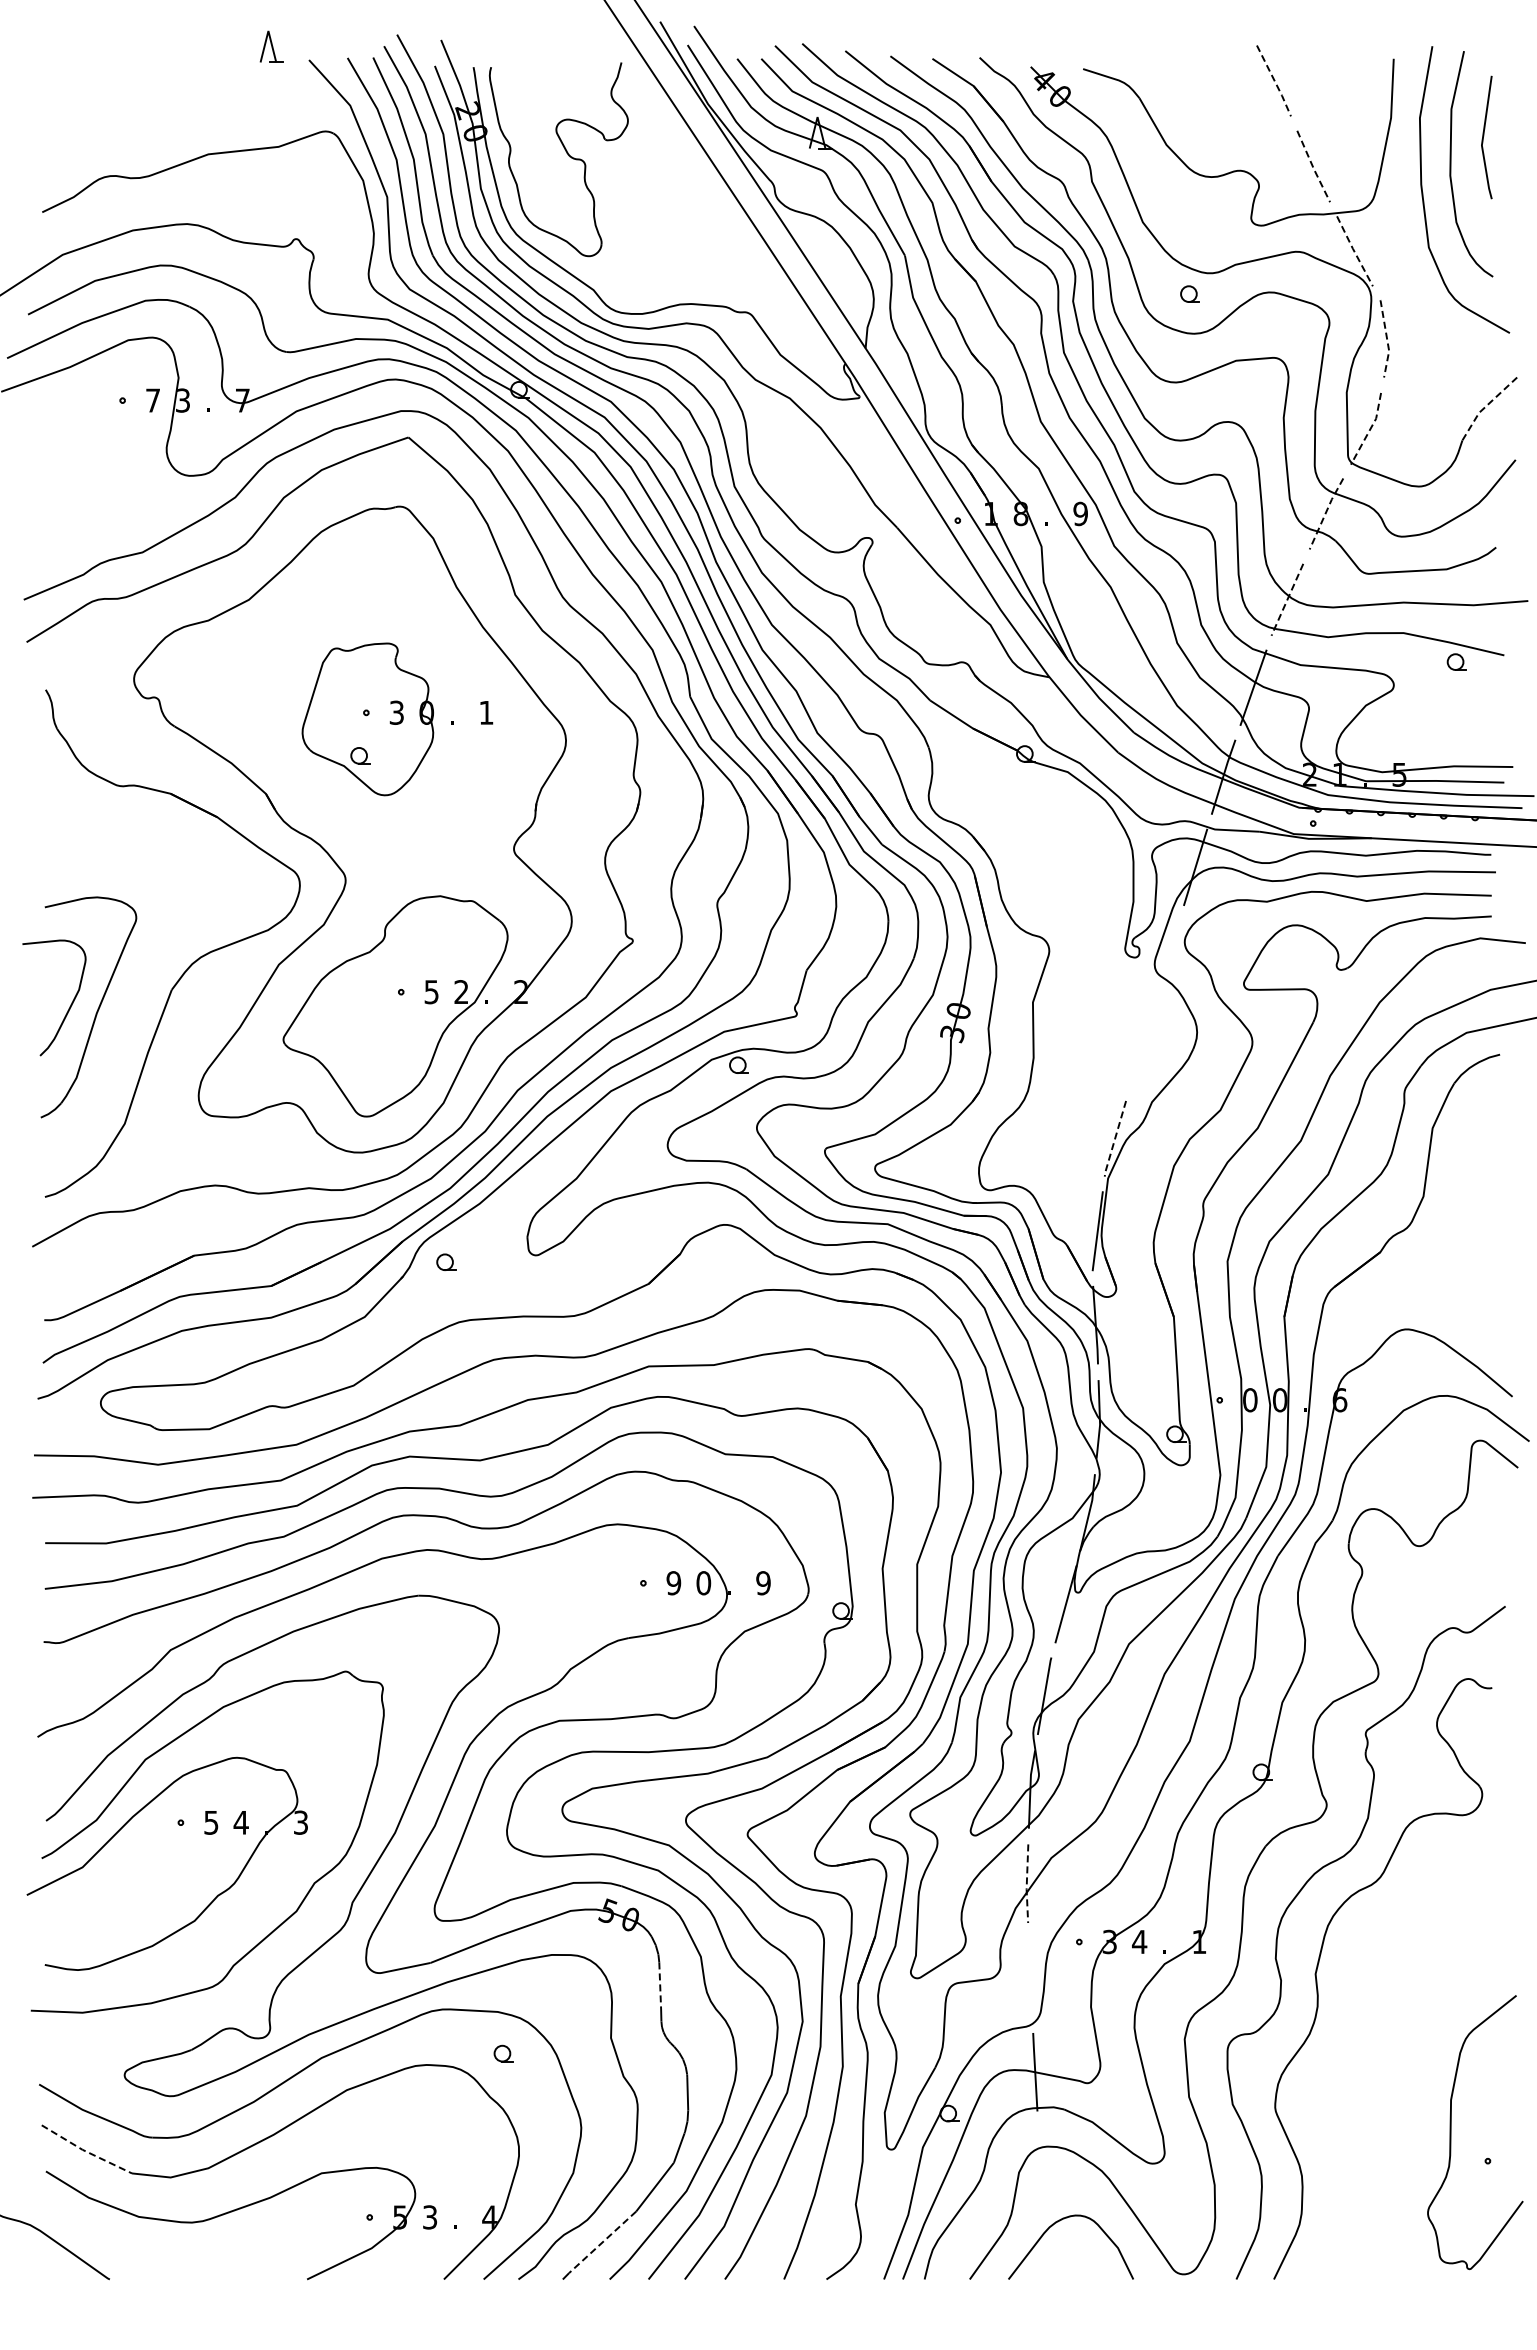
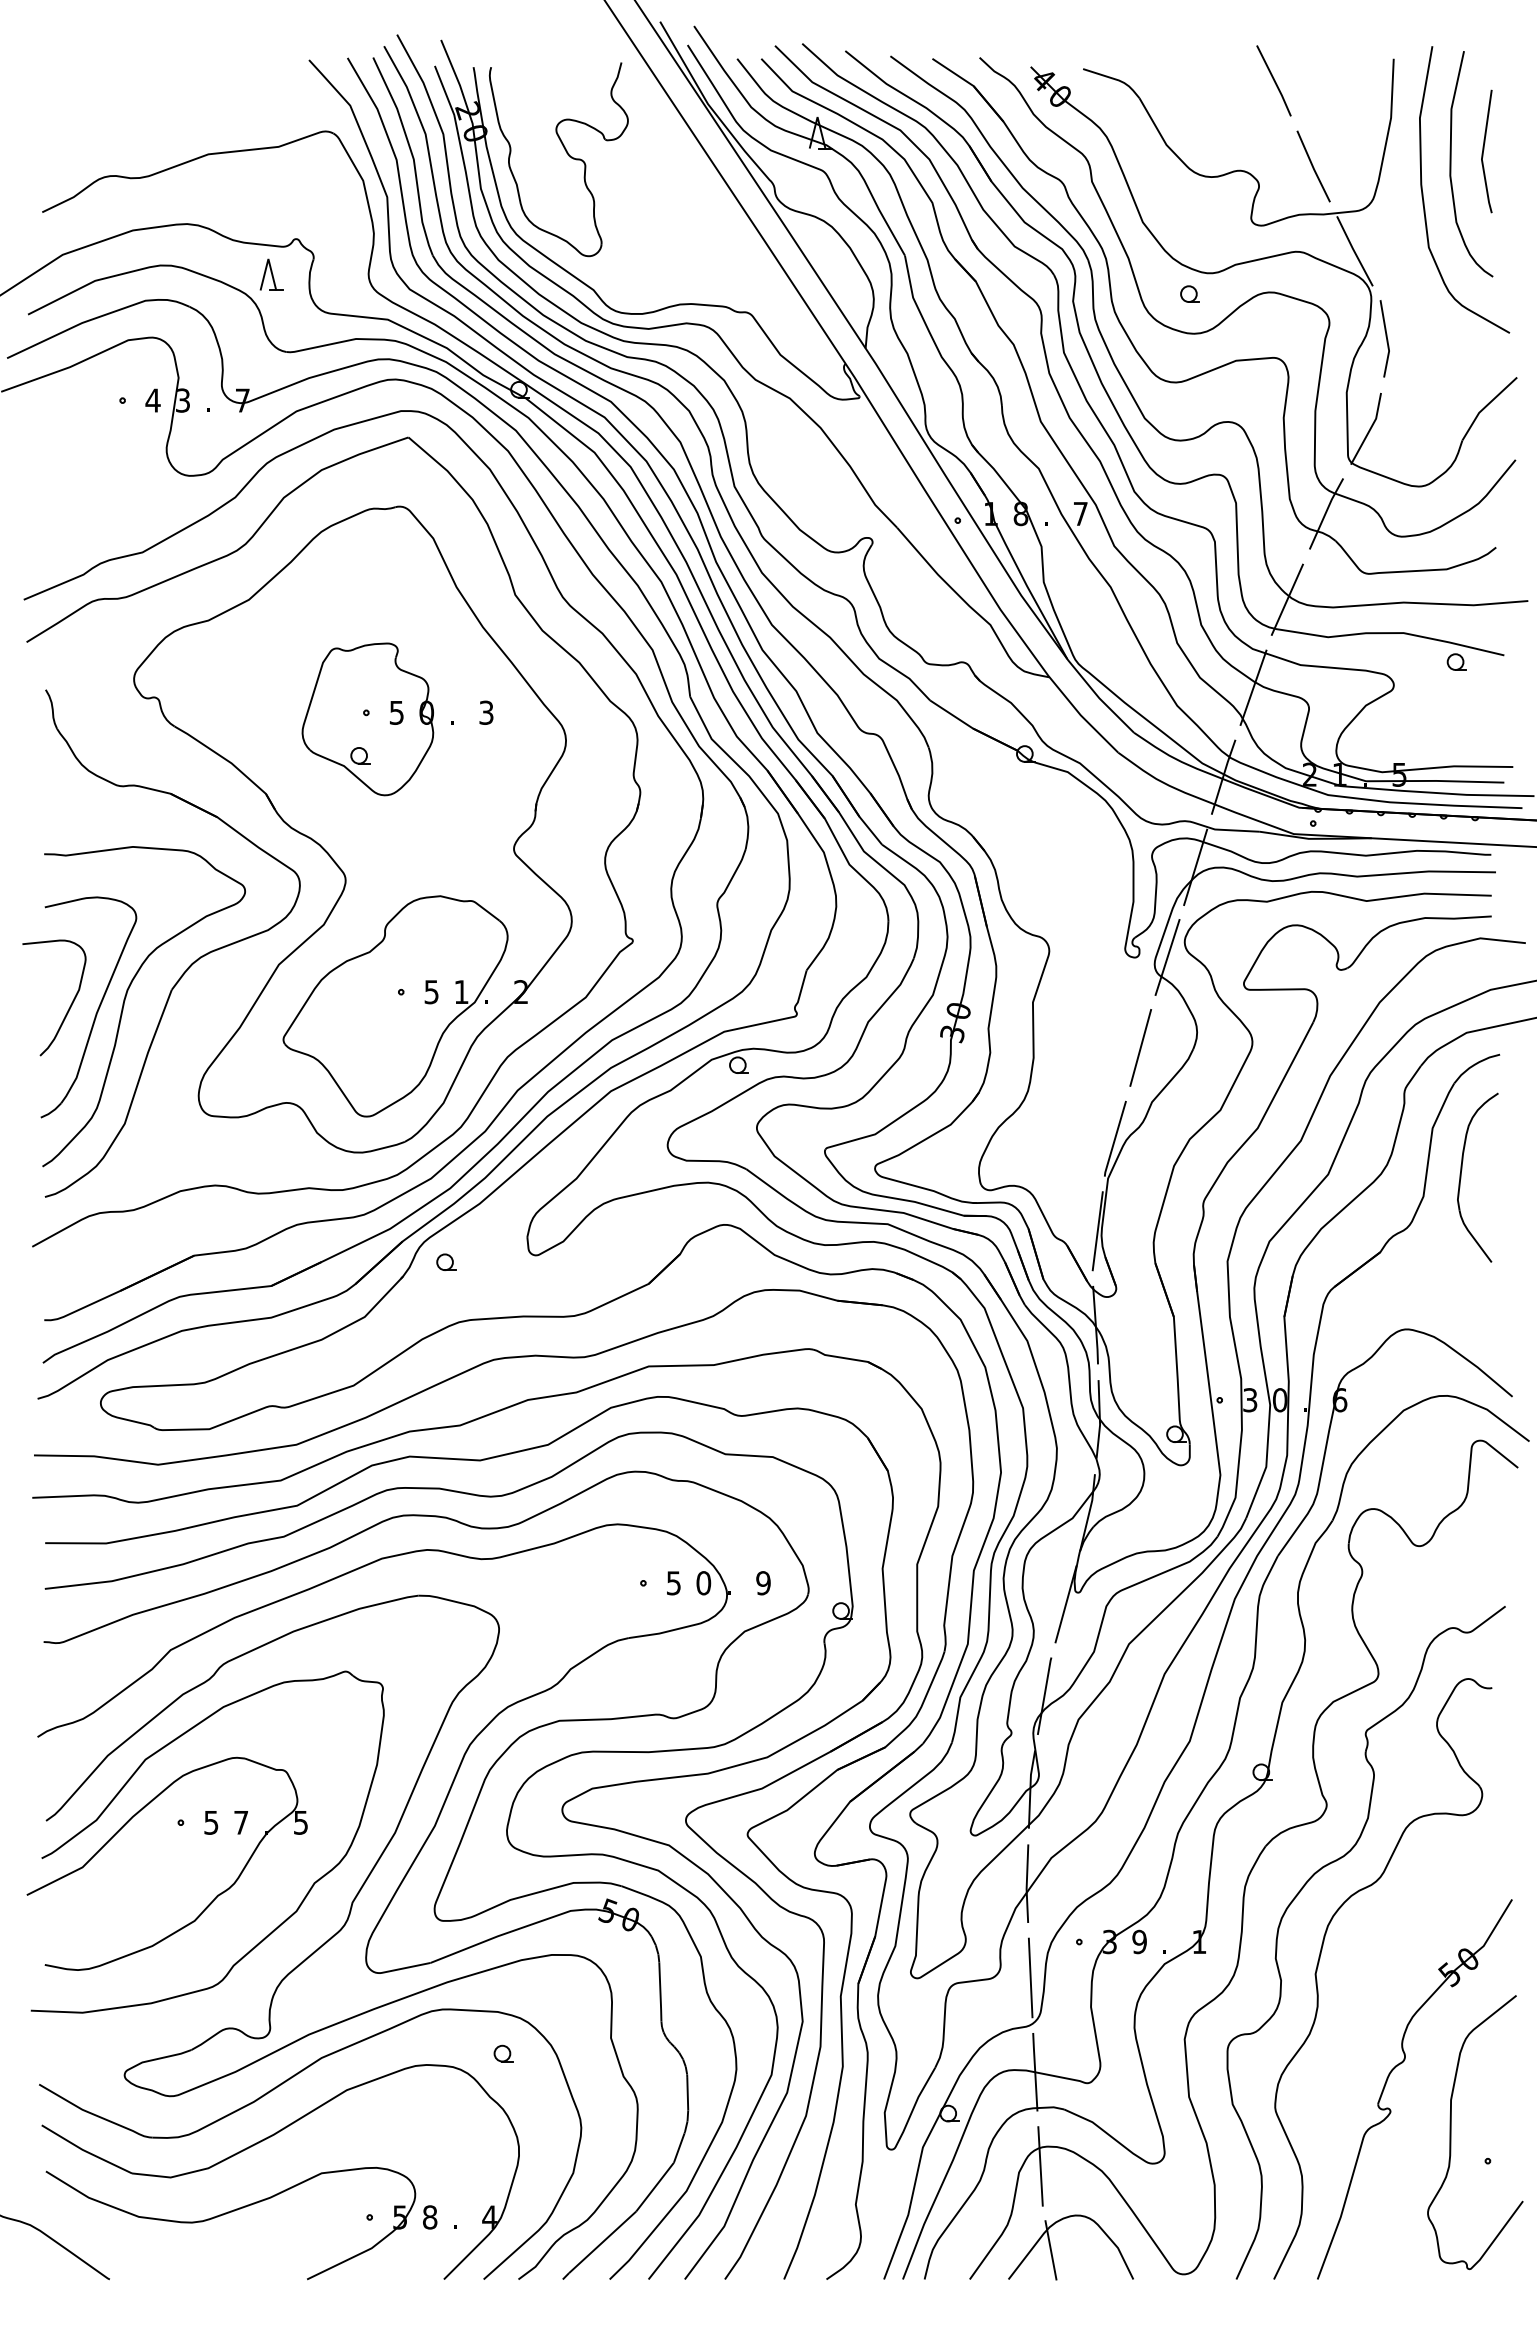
part at (271, 46) position: (271, 46) -> (271, 274)
line at (1274, 81): dashed -> solid
line at (1484, 136) position: (1484, 136) -> (1484, 150)
line at (1313, 167): dashed -> solid
line at (1354, 251): dashed -> solid
line at (1387, 338): dashed -> solid
text at (152, 400): 7 -> 4
line at (1485, 406): dashed -> solid
line at (1369, 429): dashed -> solid
text at (1080, 513): 9 -> 7
line at (1325, 513): dashed -> solid
line at (1286, 601): dashed -> solid
text at (396, 712): 3 -> 5
text at (486, 712): 1 -> 3
line at (1167, 957): none -> present
text at (461, 991): 2 -> 1
curve at (125, 1001): none -> present
line at (1140, 1047): none -> present
line at (1114, 1140): dashed -> solid
part at (1461, 1177): none -> present
text at (1250, 1400): 0 -> 3
text at (673, 1583): 9 -> 5
text at (240, 1822): 4 -> 7
text at (300, 1822): 3 -> 5
line at (1026, 1884): dashed -> solid
text at (1139, 1941): 4 -> 9
line at (1030, 1977): none -> present
line at (660, 1986): dashed -> solid
part at (1388, 2079): none -> present
line at (85, 2151): dashed -> solid
line at (1040, 2166): none -> present
text at (430, 2217): 3 -> 8
line at (602, 2242): dashed -> solid
line at (1050, 2250): none -> present
